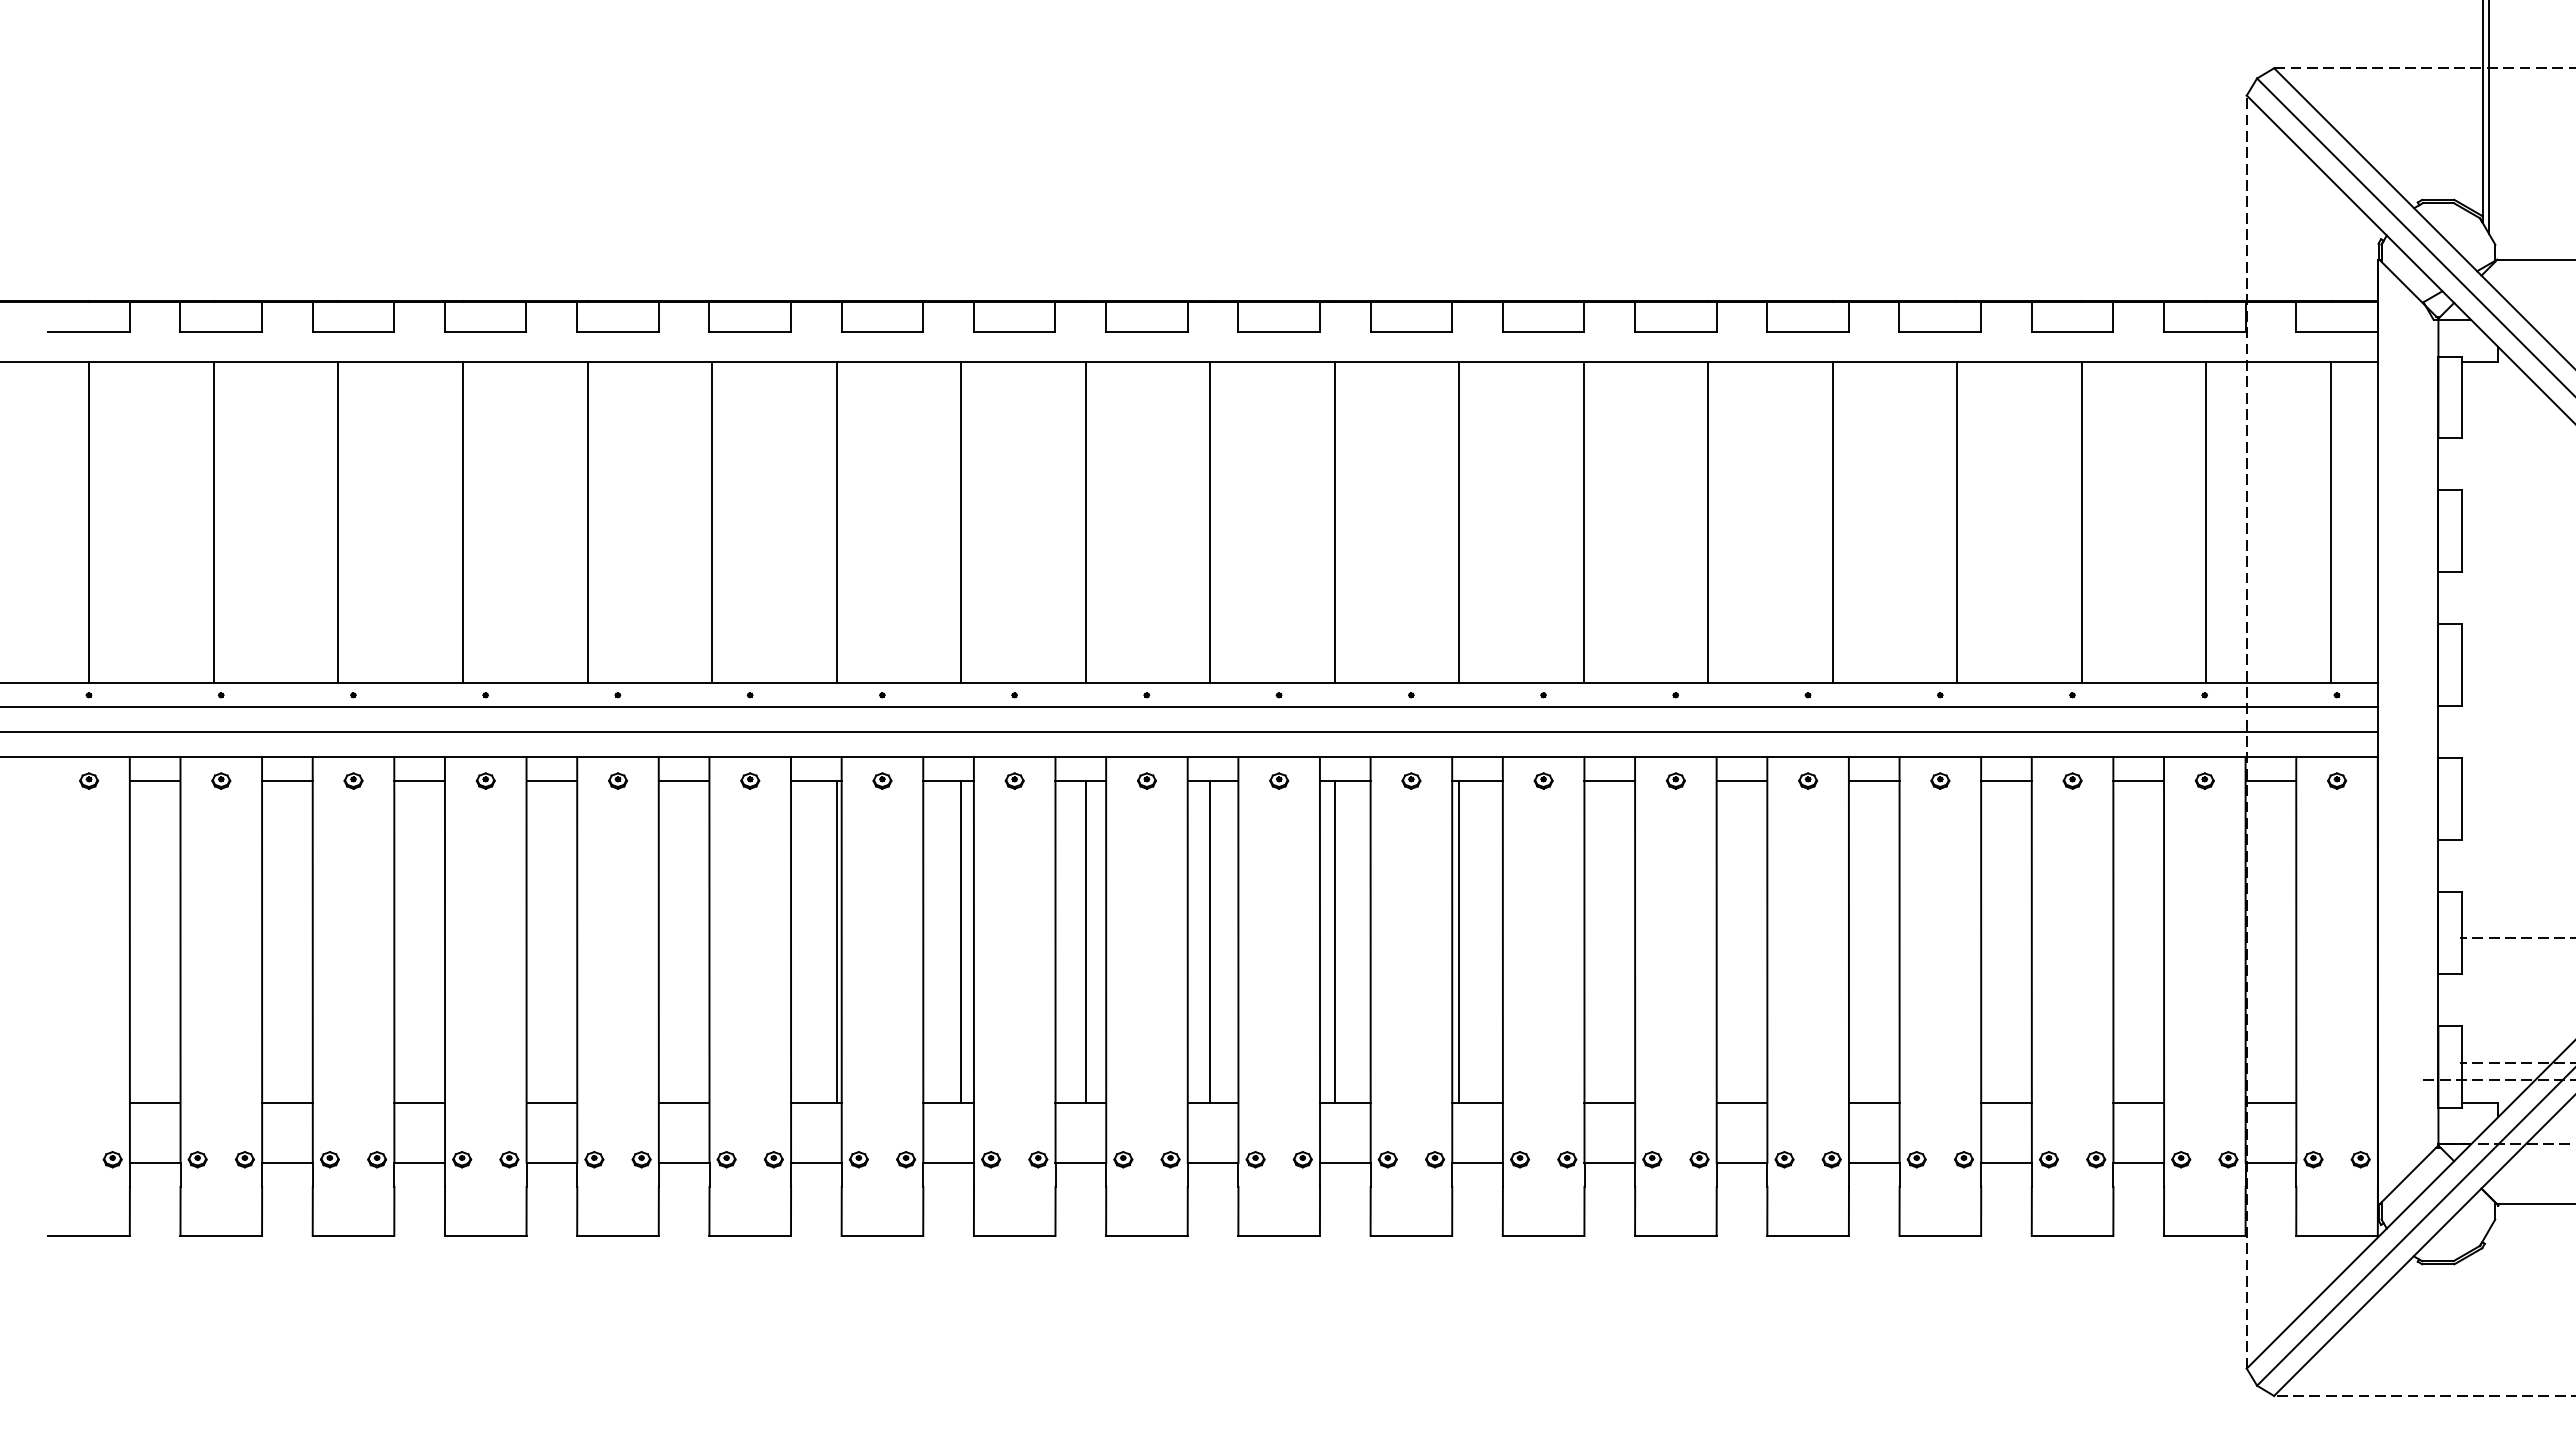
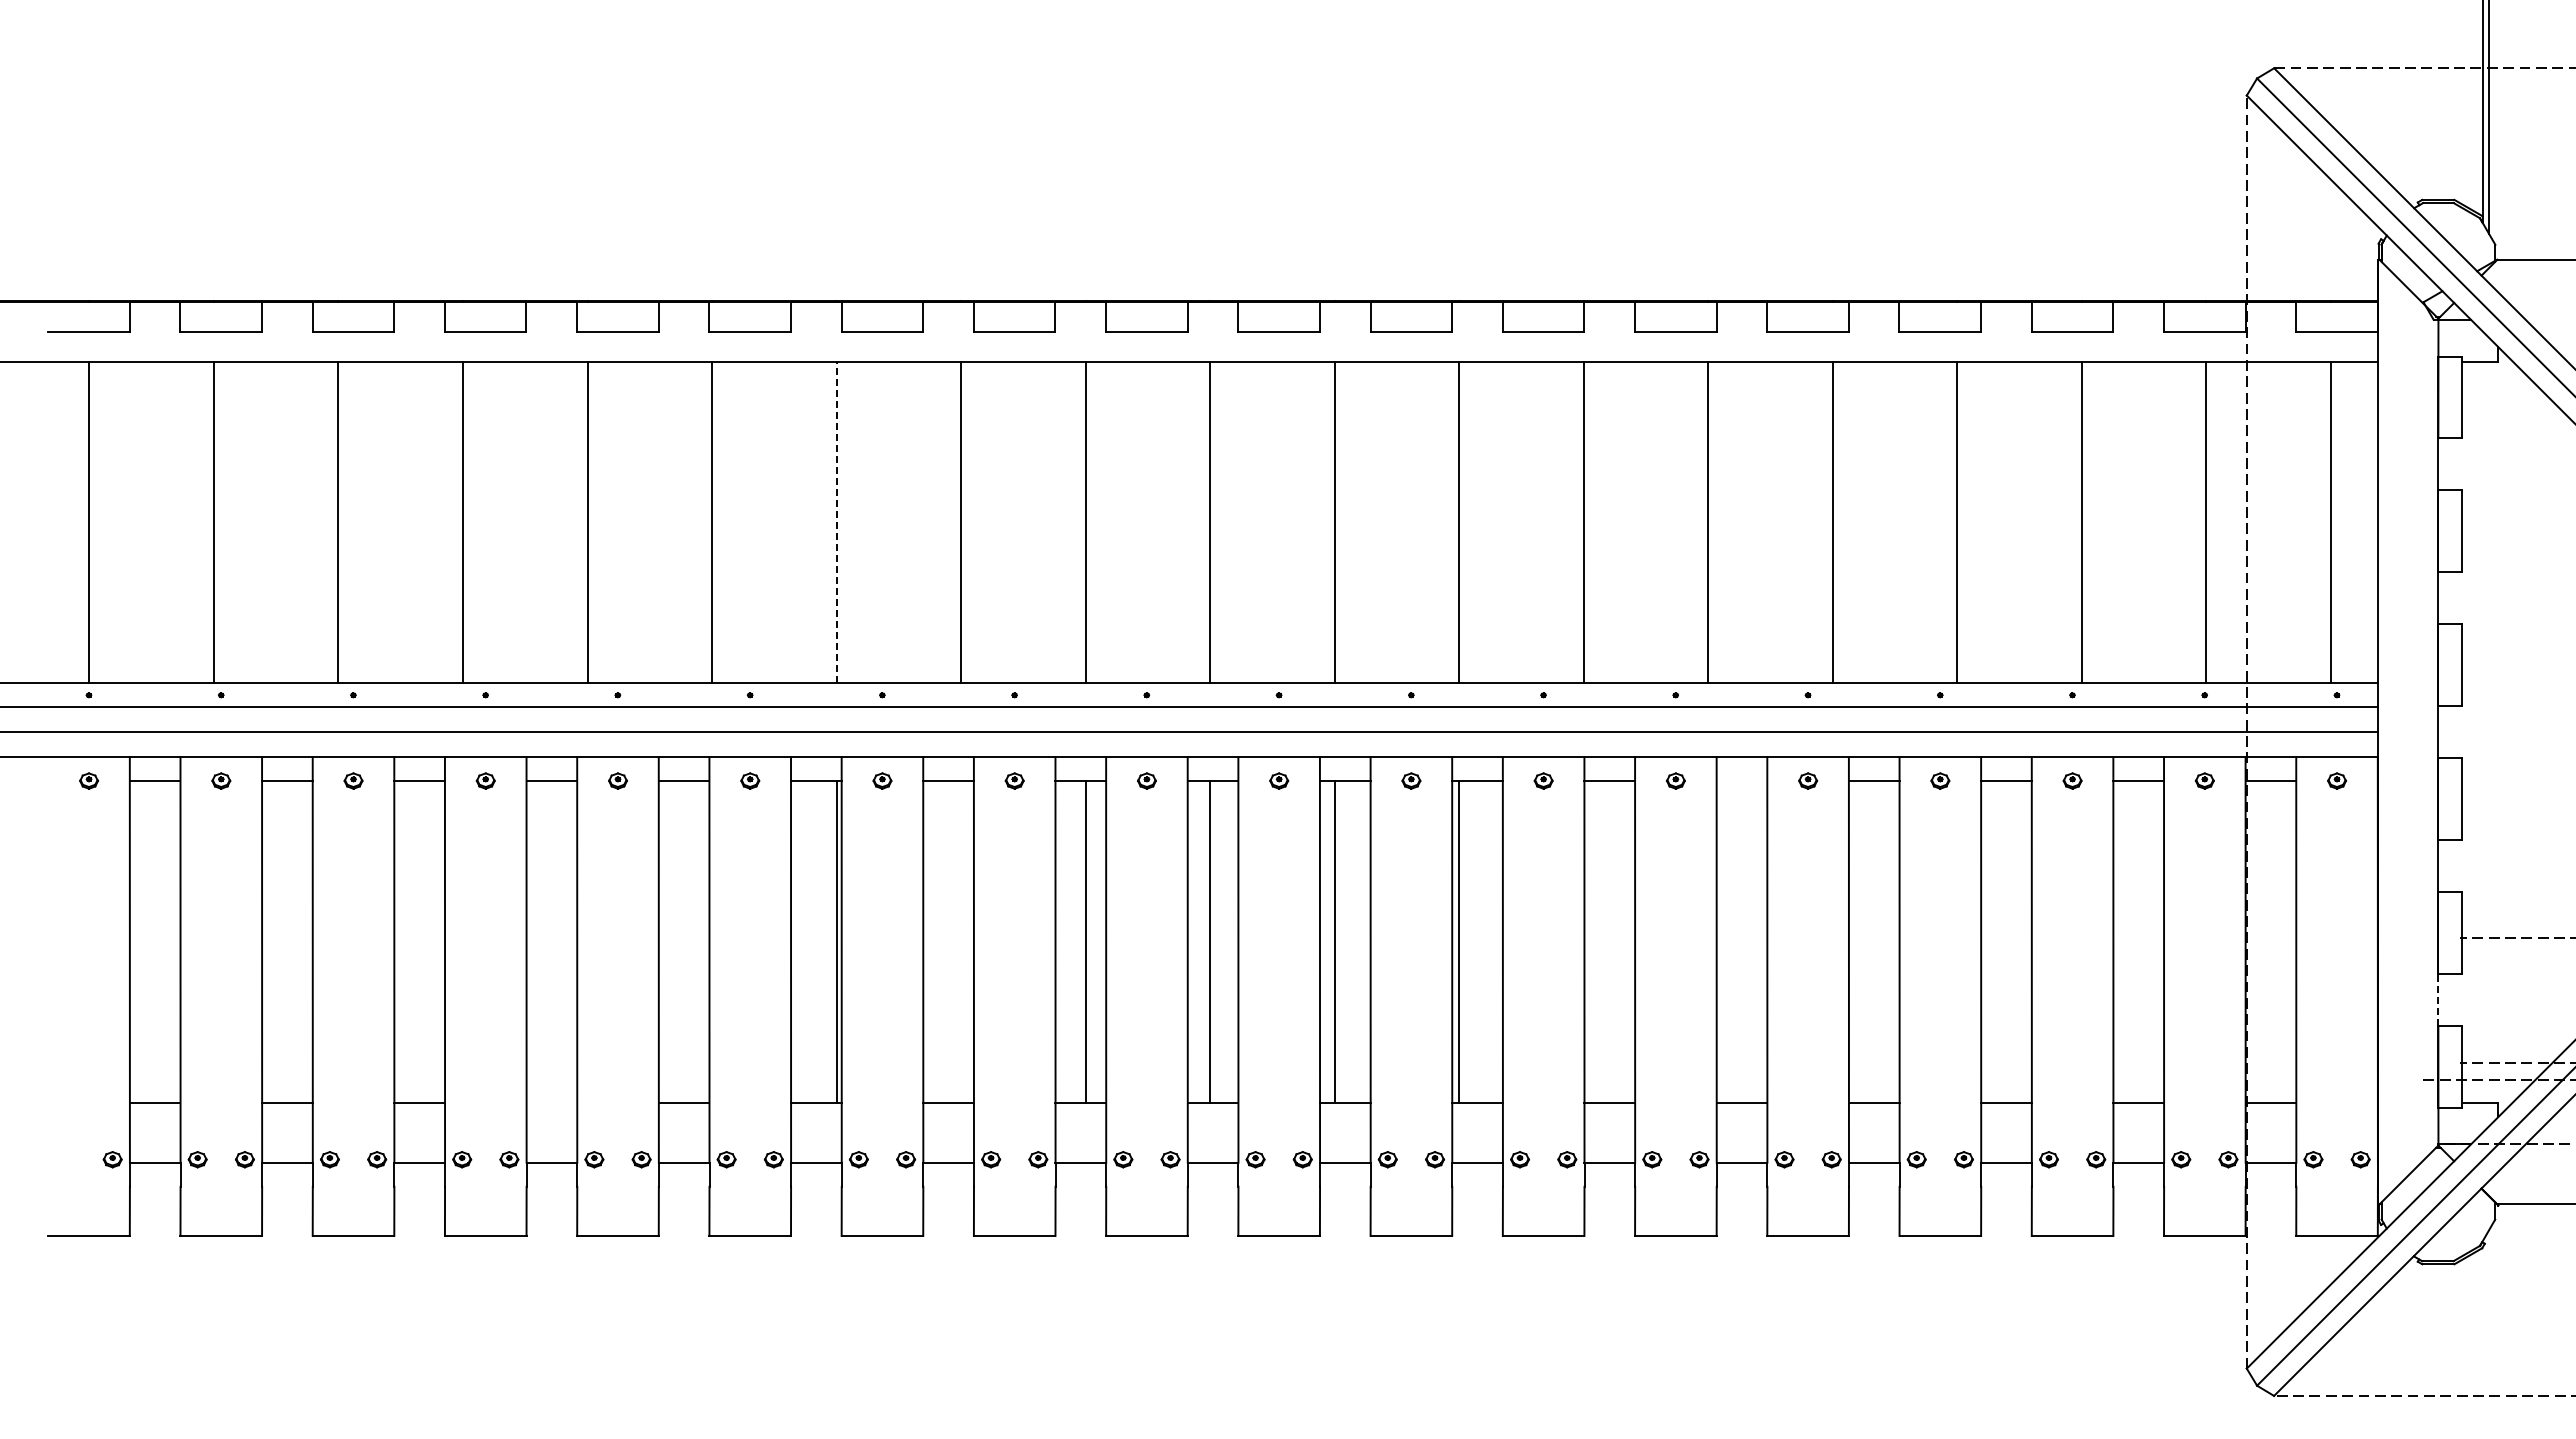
line at (836, 522): solid -> dashed
line at (1741, 781): present -> none
line at (961, 941): present -> none
line at (2438, 999): solid -> dashed
line at (551, 1102): present -> none
